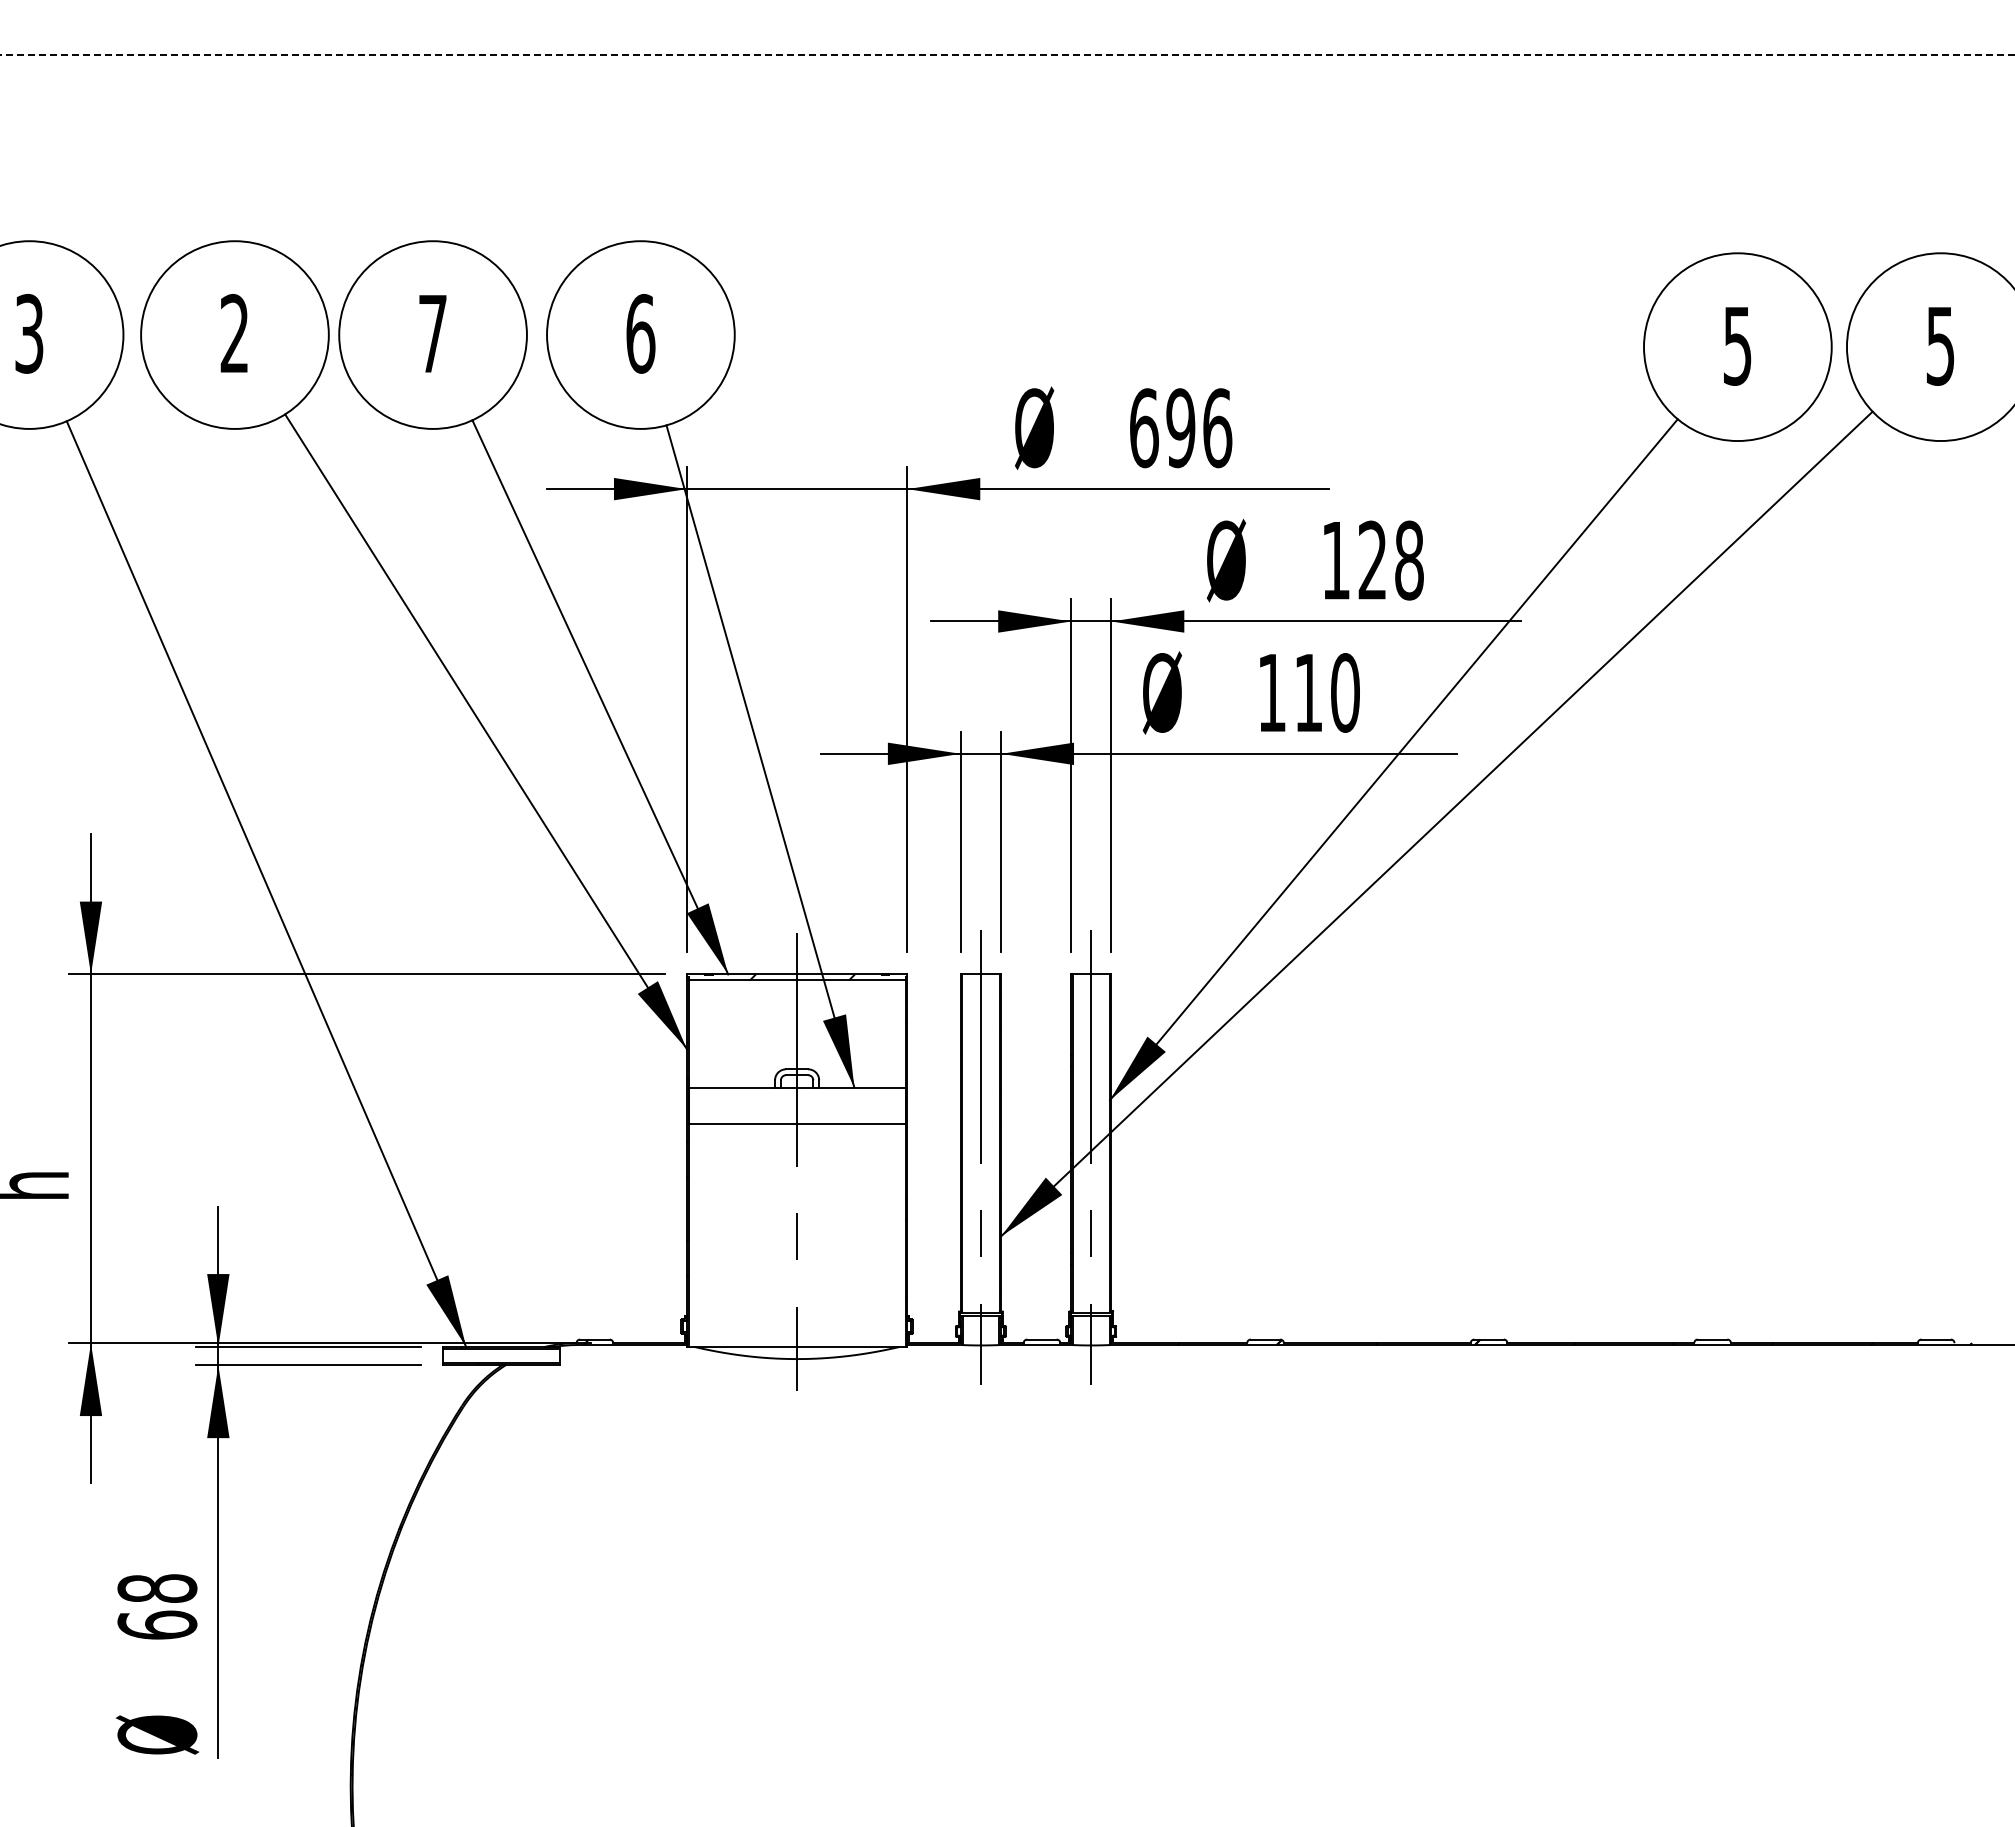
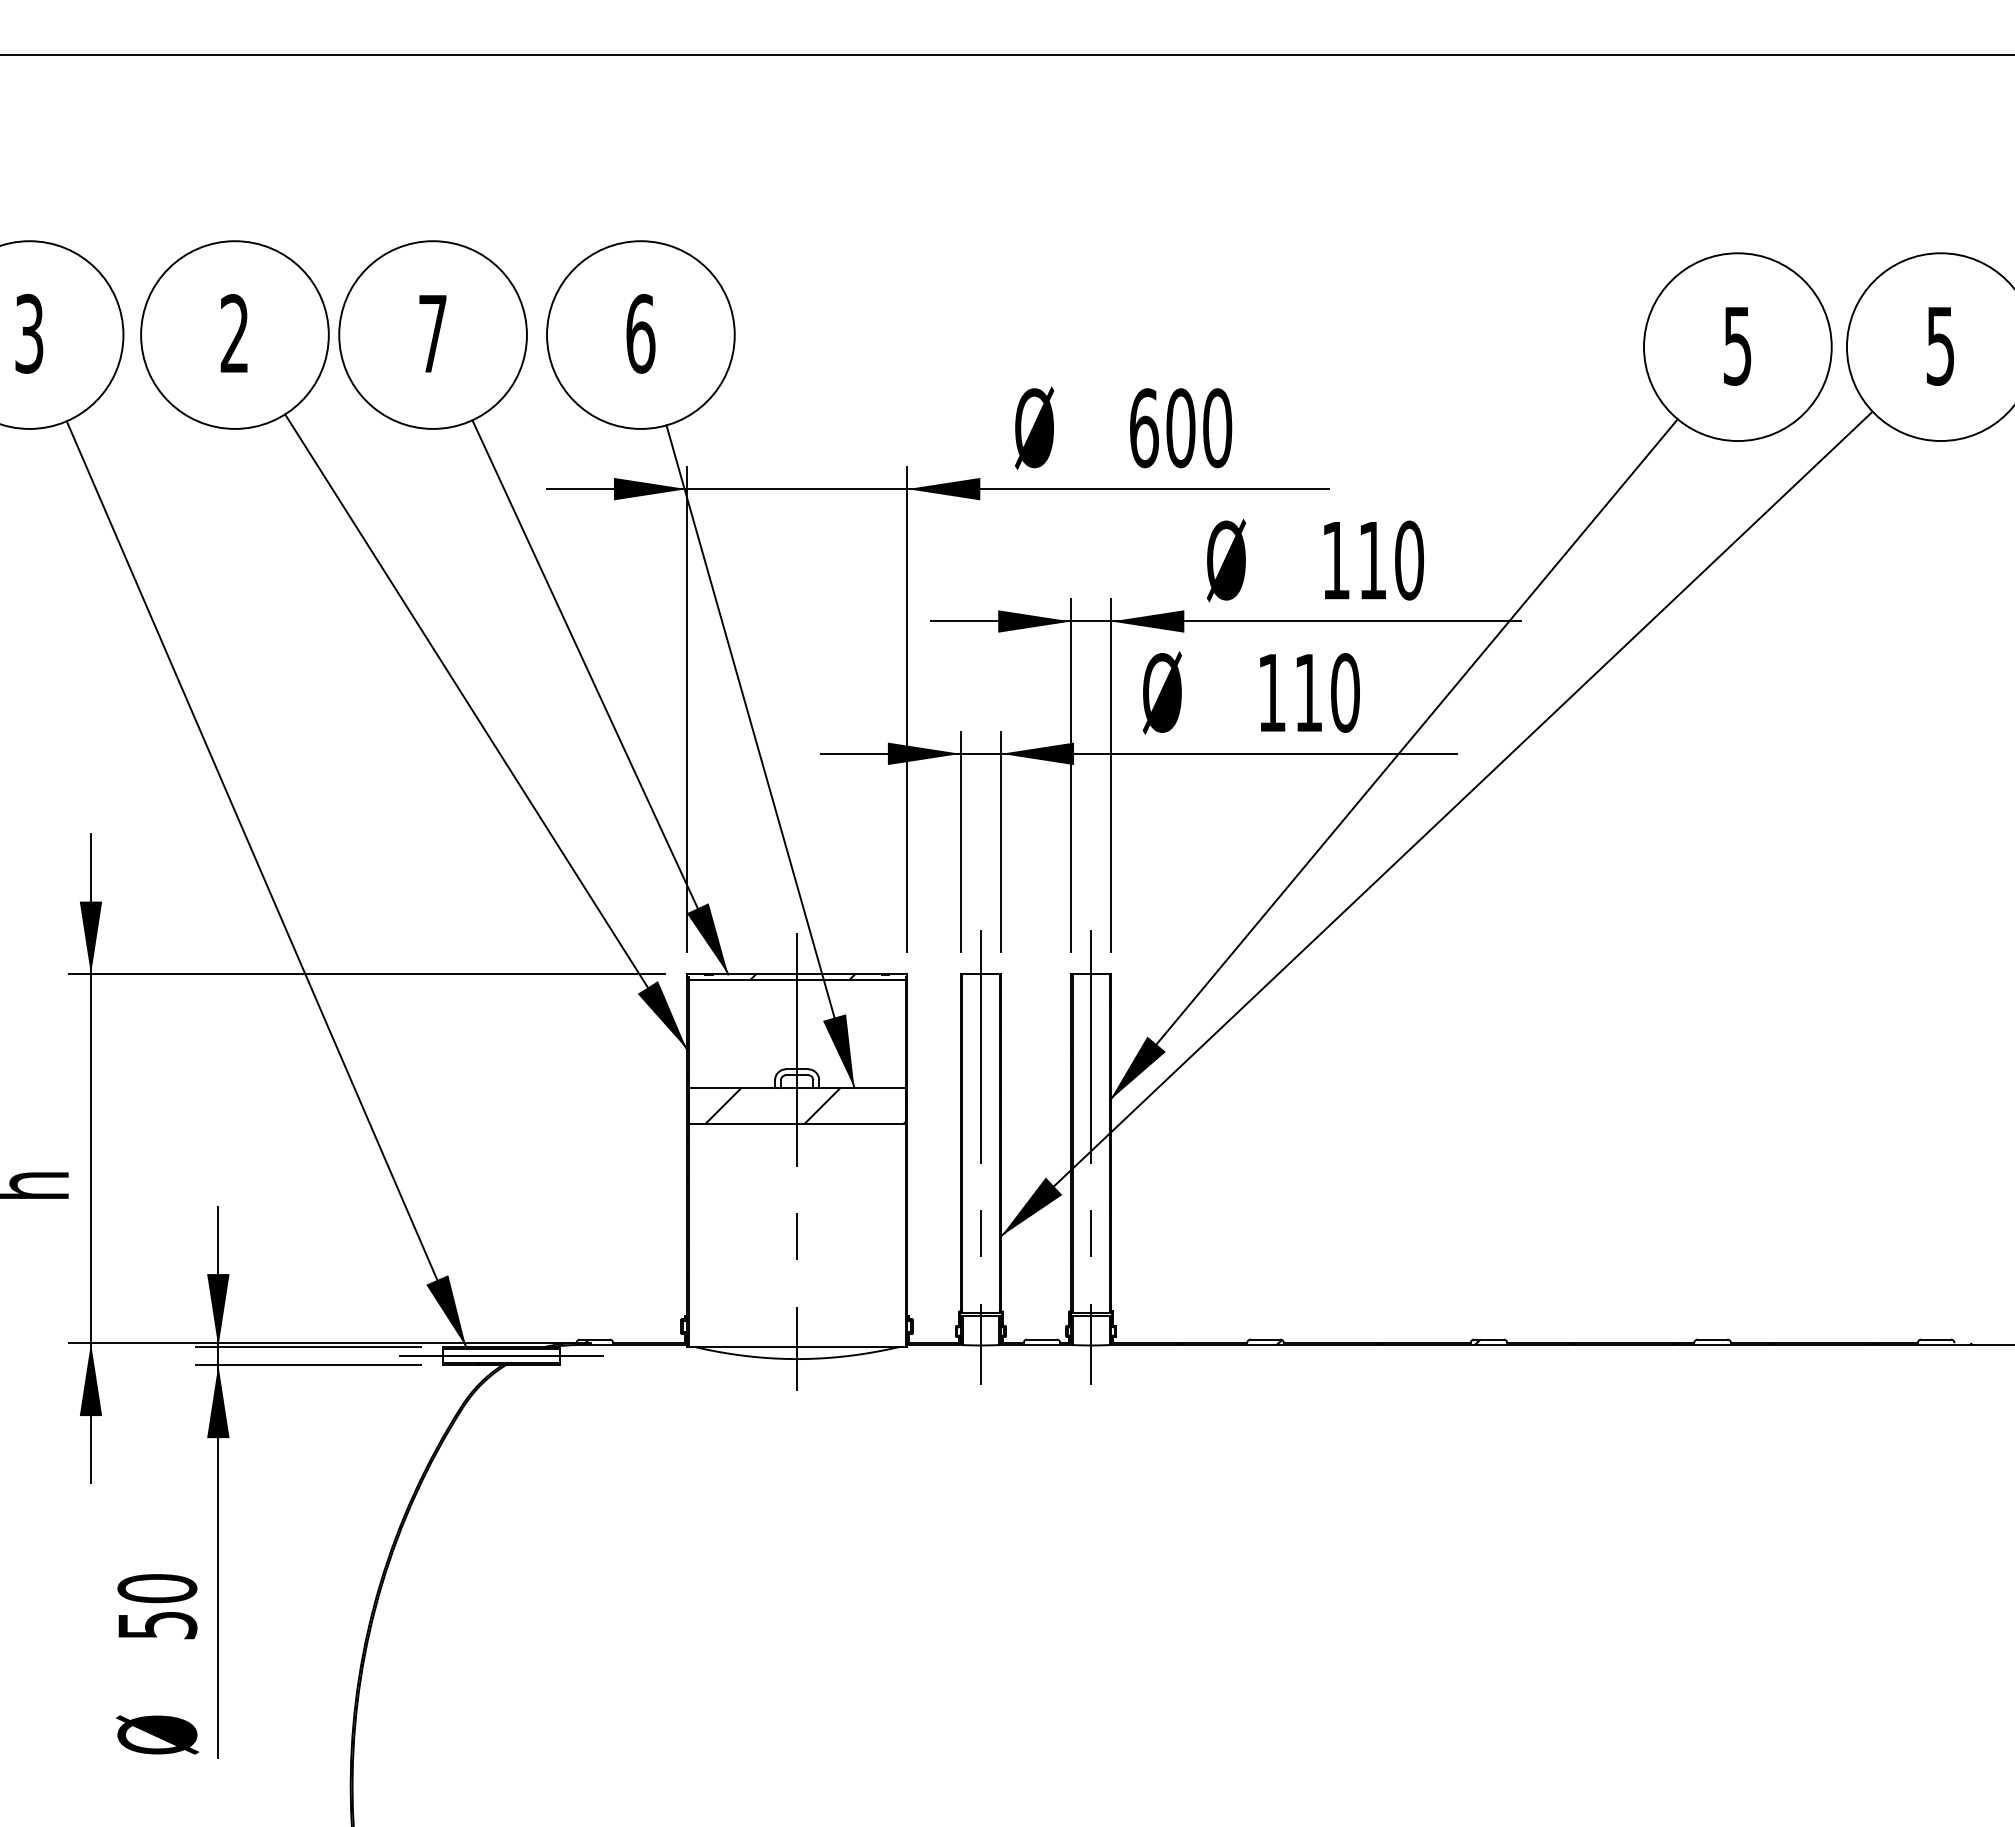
line at (1007, 54): dashed -> solid
text at (1199, 428): 696 -> 600
text at (1390, 560): 128 -> 110
hatch at (804, 1105): none -> present
line at (501, 1356): none -> present
text at (157, 1606): 68 -> 50
